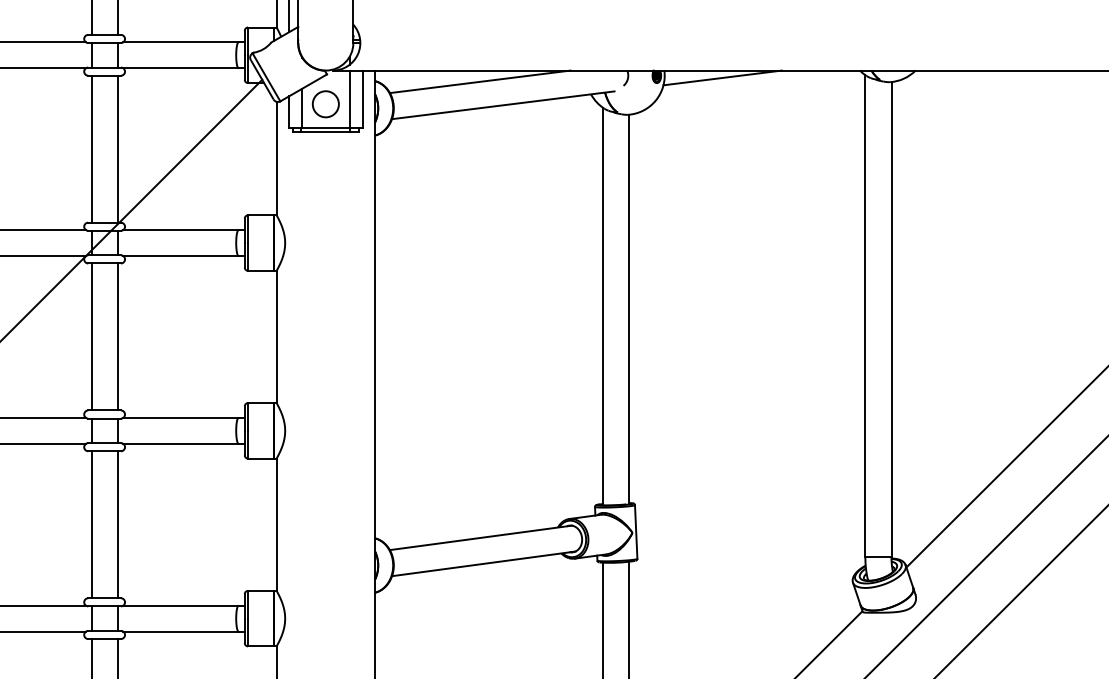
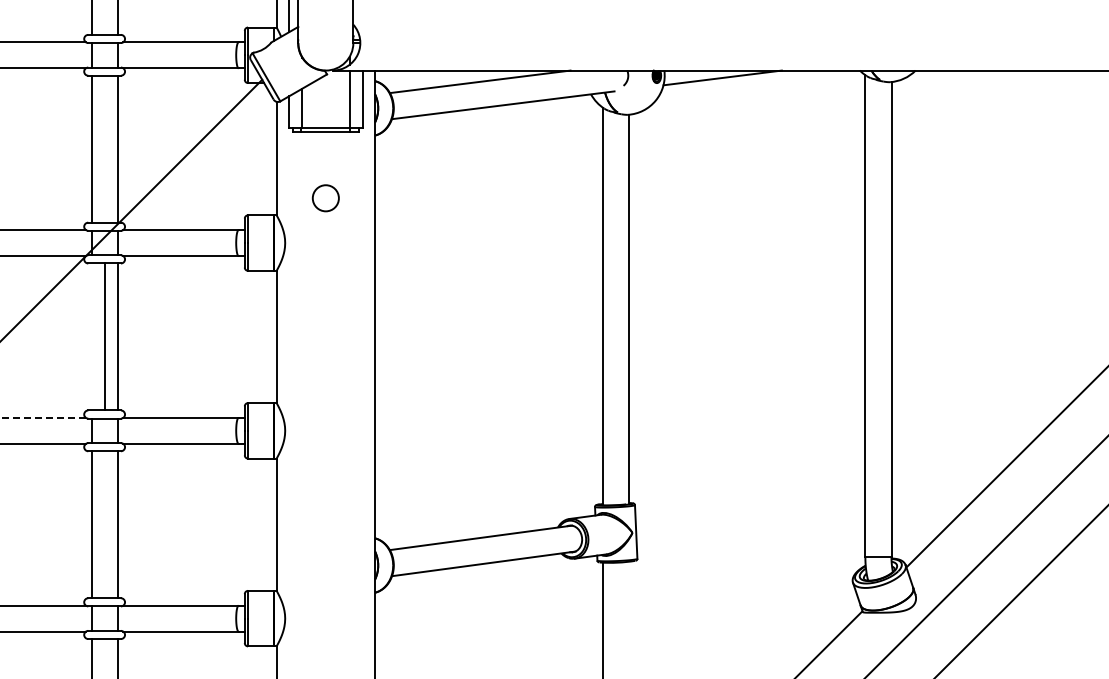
circle at (325, 104) position: (325, 104) -> (325, 198)
line at (91, 336) position: (91, 336) -> (104, 336)
line at (43, 417): solid -> dashed
line at (629, 618): present -> none
